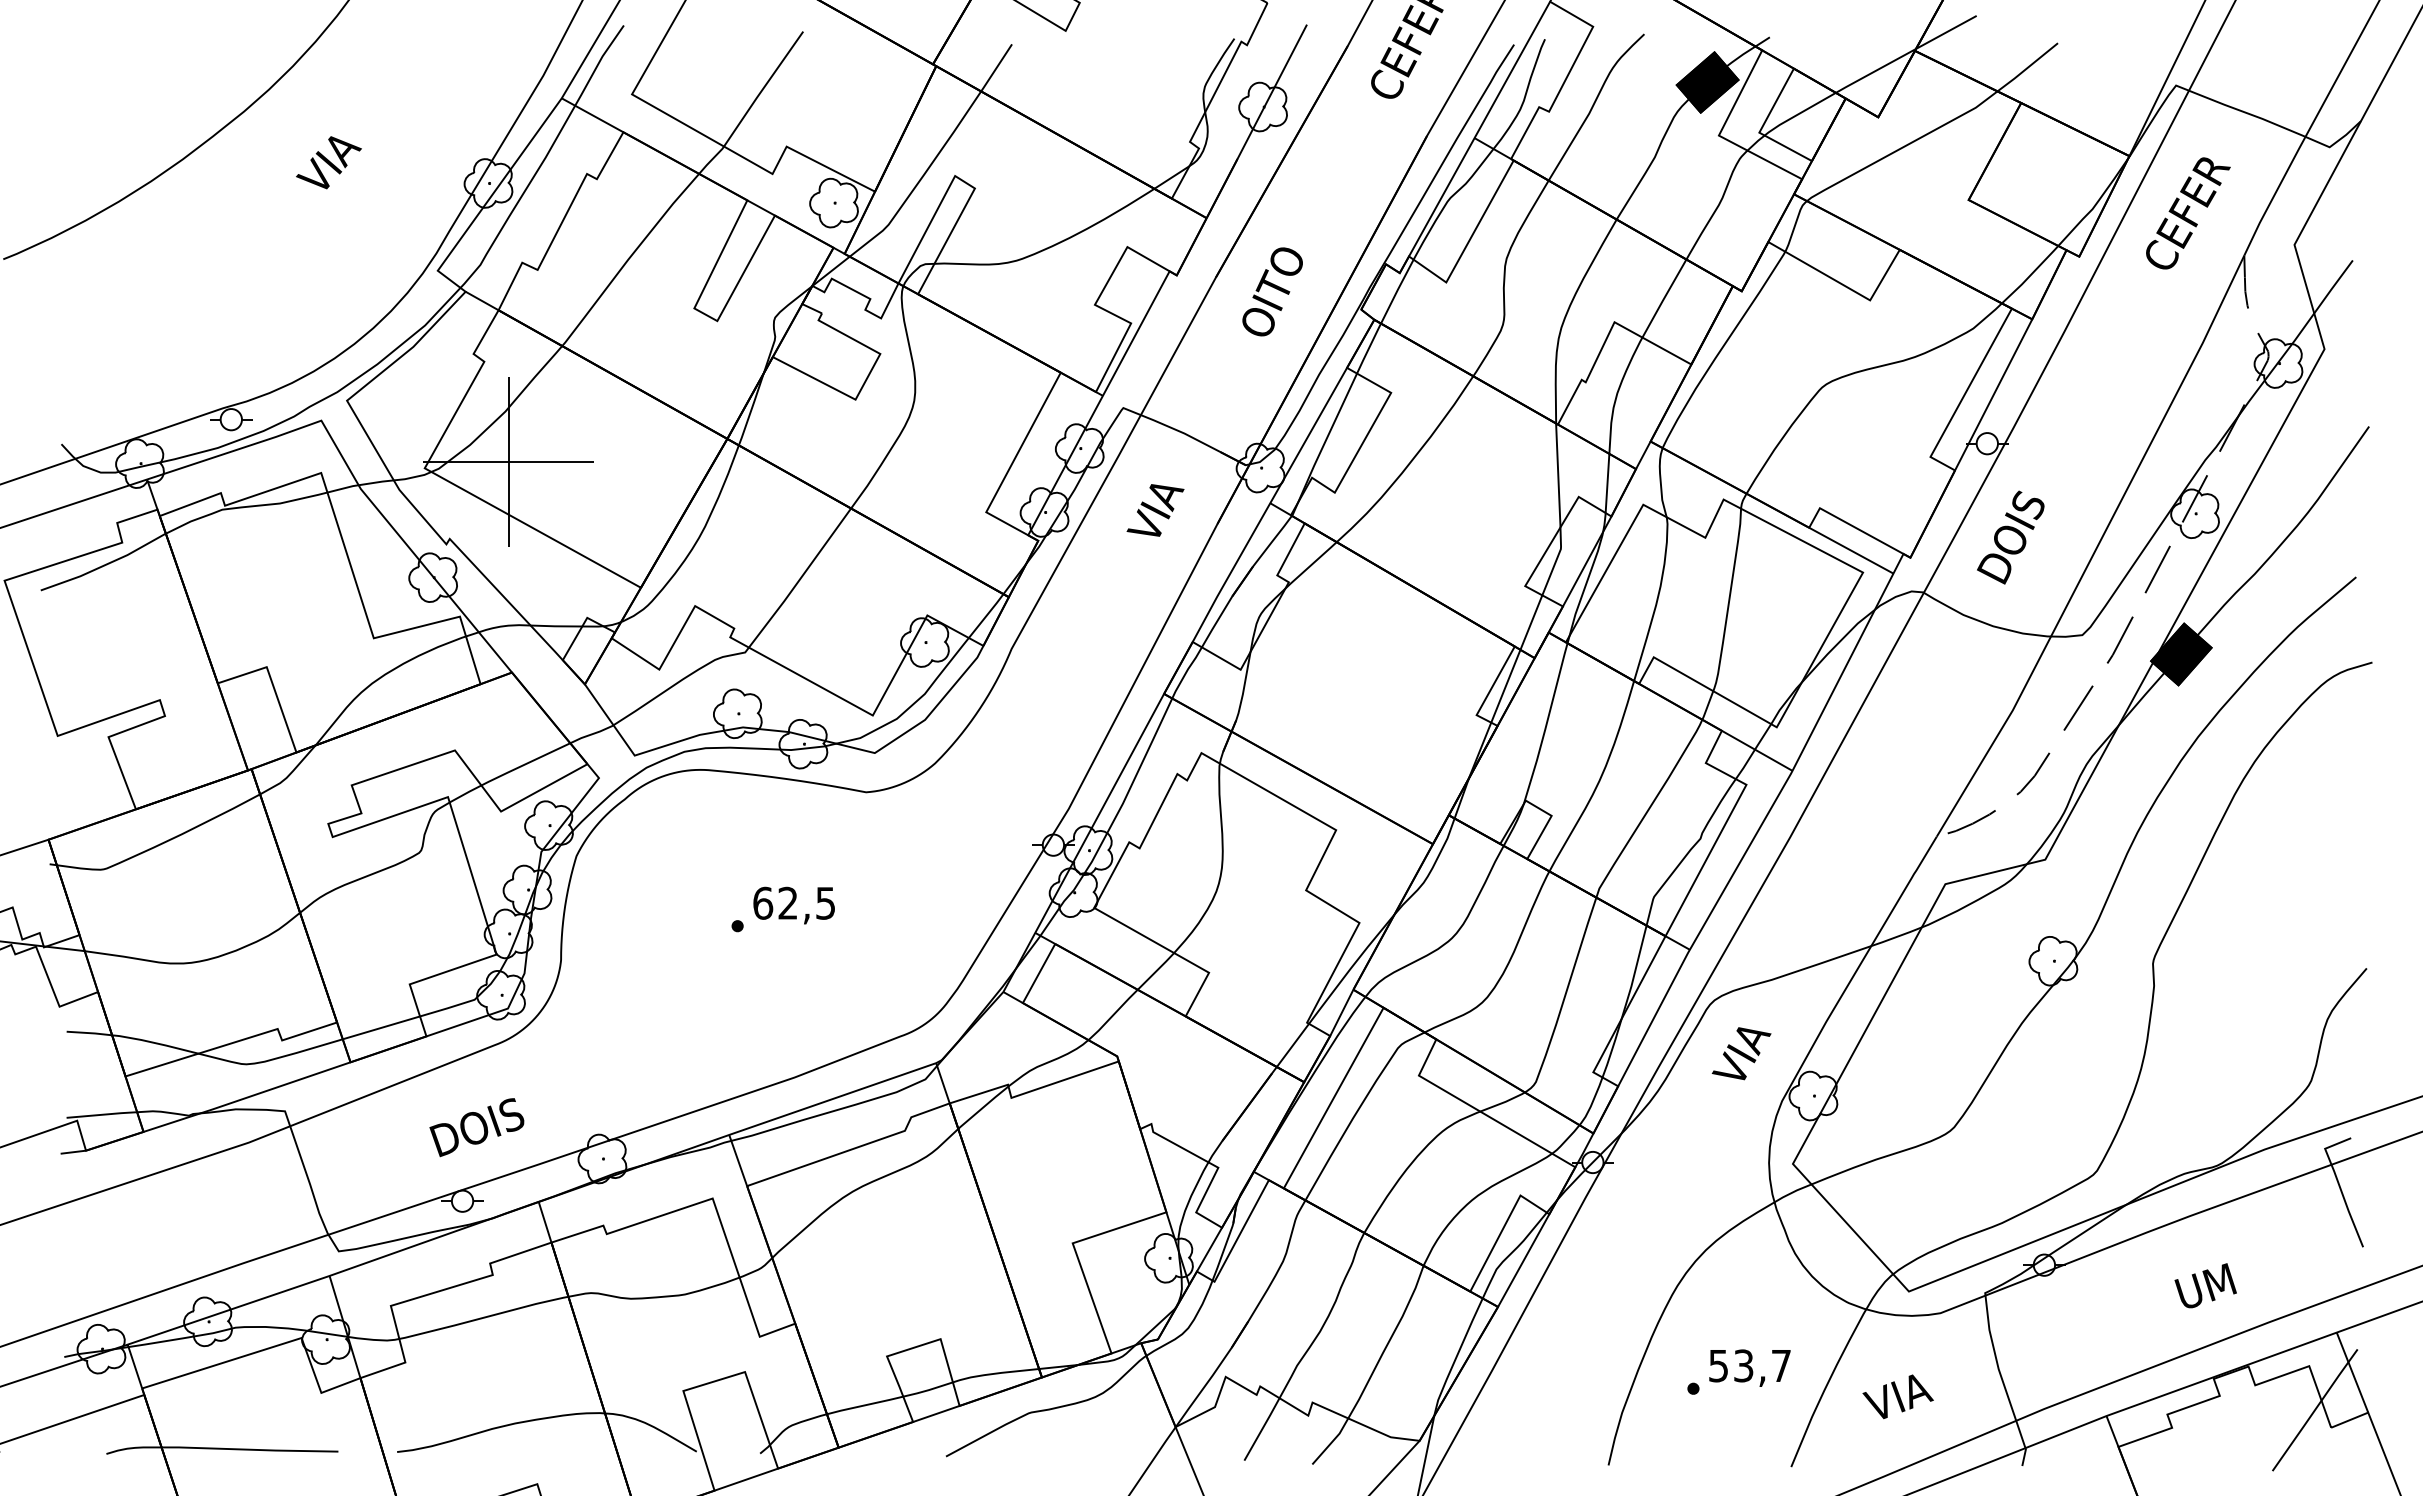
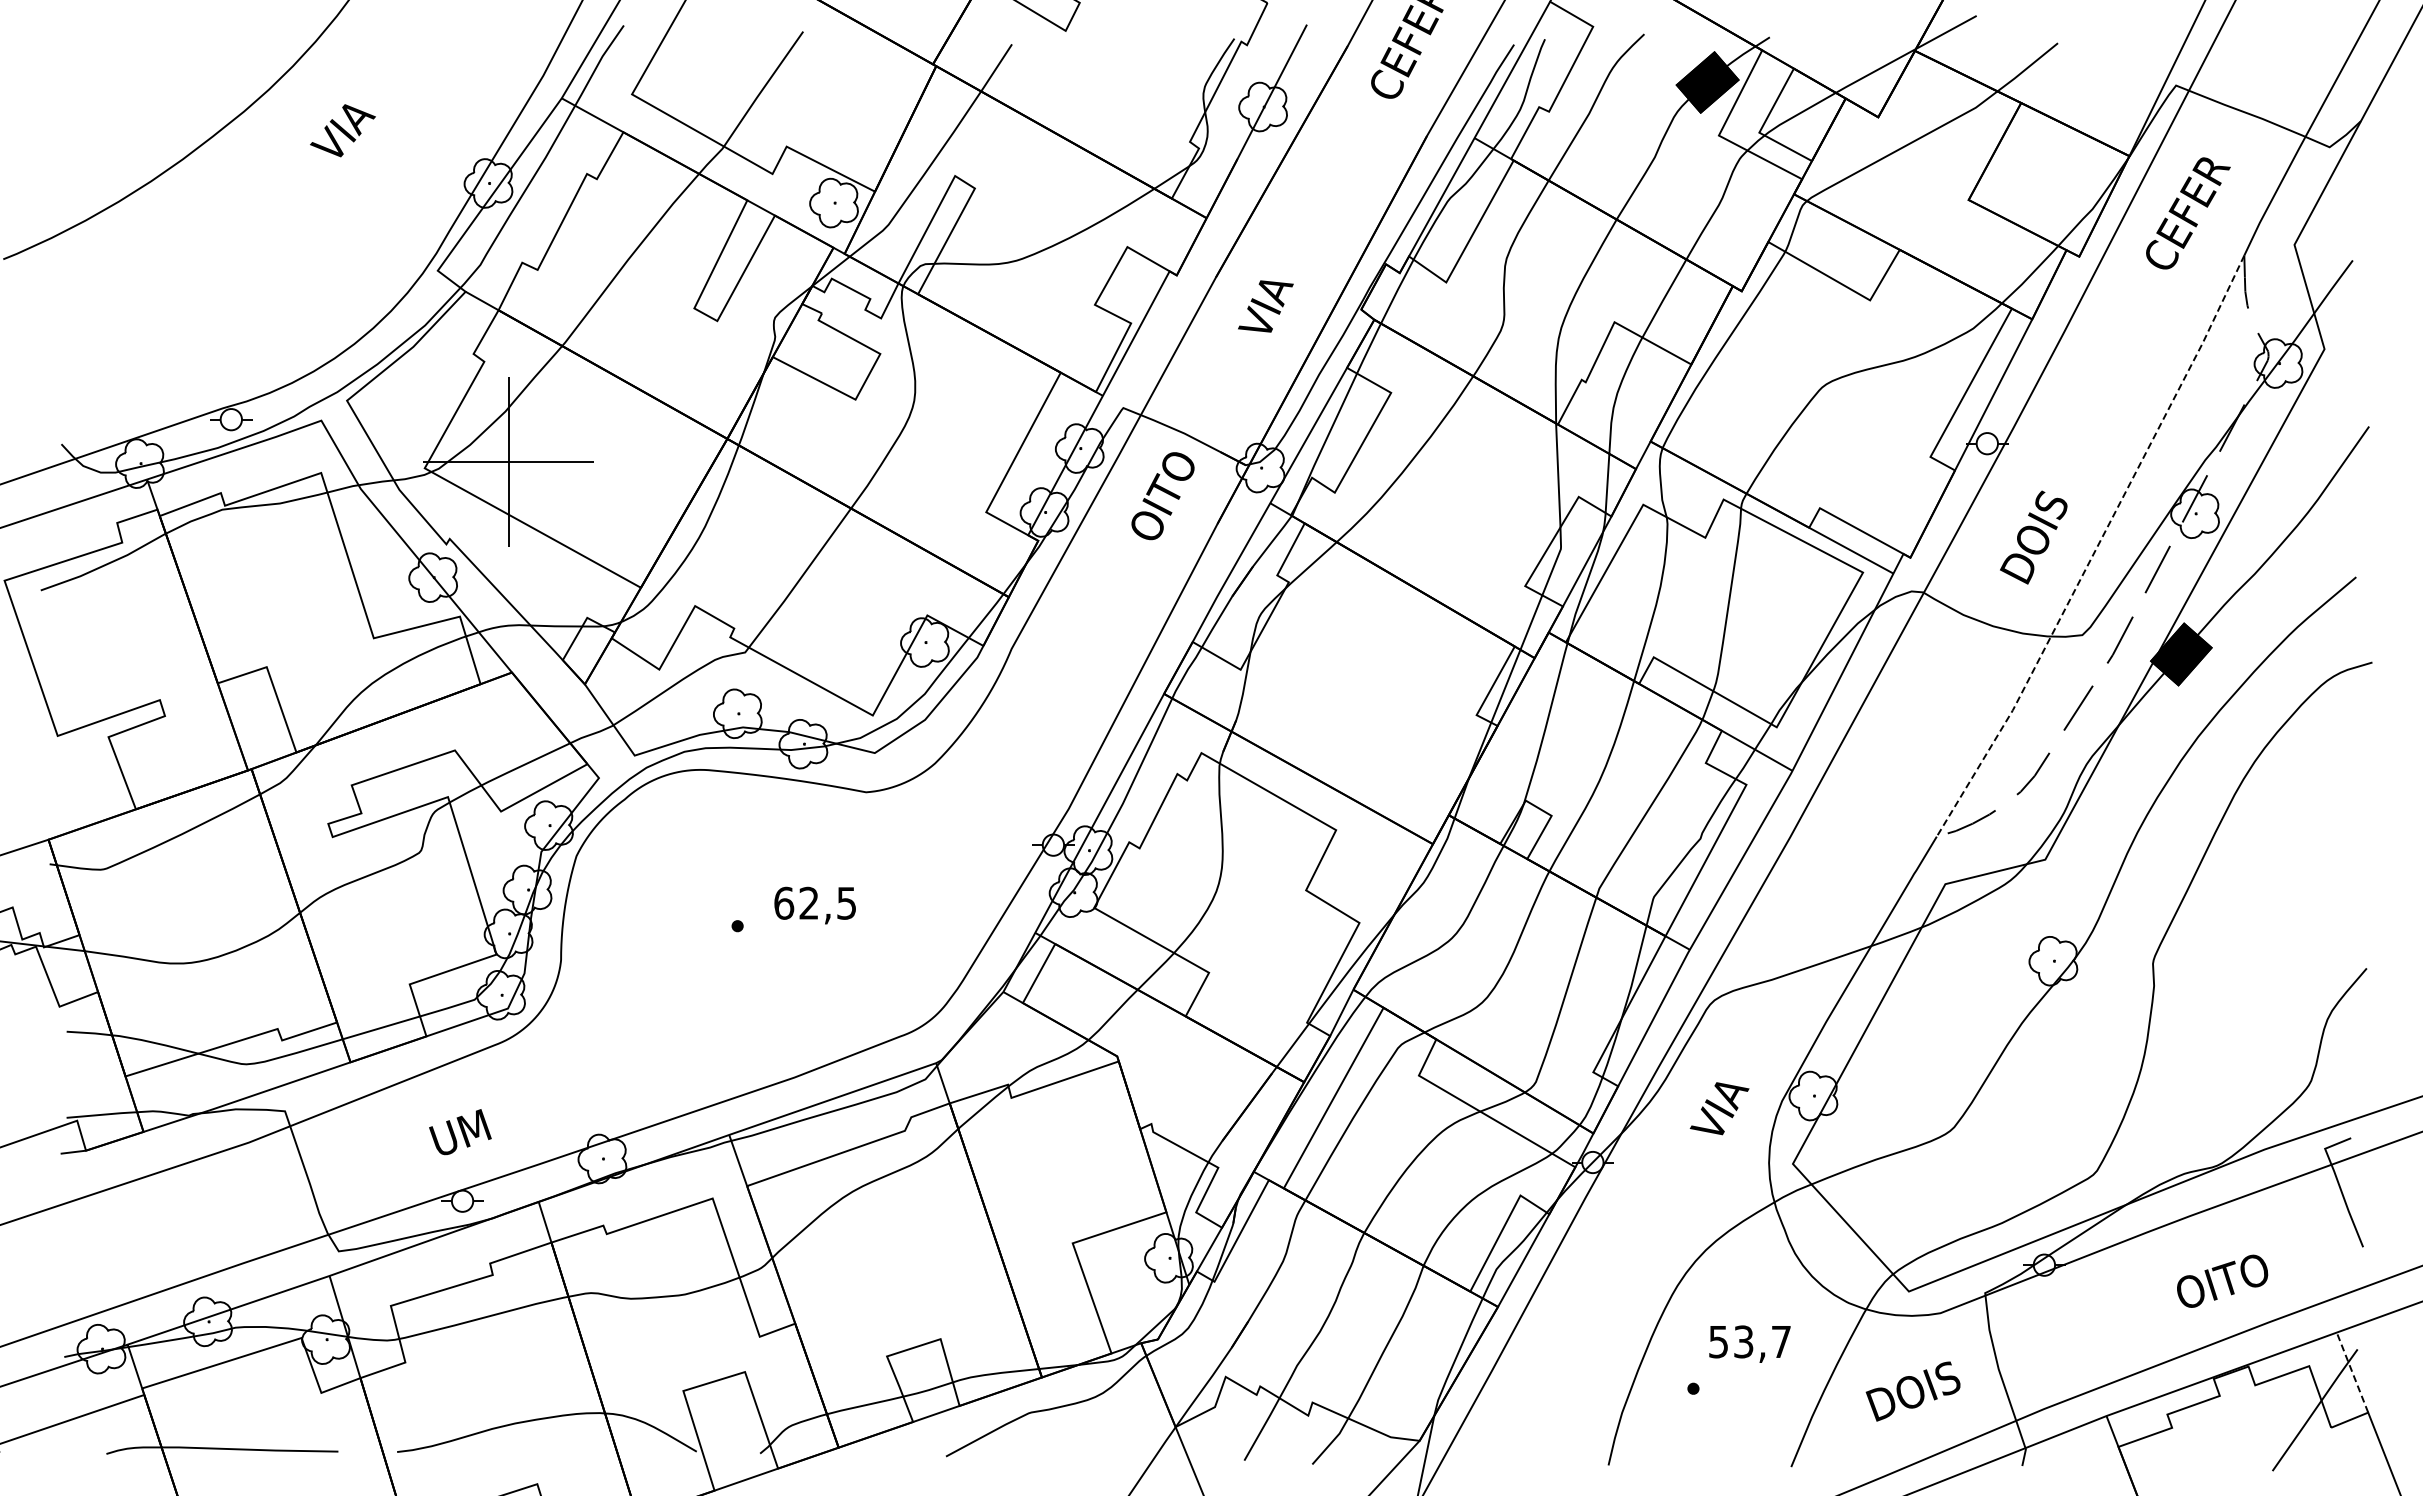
text at (328, 162) position: (328, 162) -> (342, 130)
text at (1270, 291): OITO -> VIA
text at (1160, 496): VIA -> OITO
text at (2010, 537) position: (2010, 537) -> (2033, 537)
line at (2095, 549): solid -> dashed
text at (793, 905) position: (793, 905) -> (814, 905)
text at (1741, 1053) position: (1741, 1053) -> (1719, 1108)
text at (476, 1127): DOIS -> UM
text at (2221, 1281): UM -> OITO
text at (1749, 1367) position: (1749, 1367) -> (1749, 1343)
line at (2352, 1372): solid -> dashed
text at (1911, 1391): VIA -> DOIS
